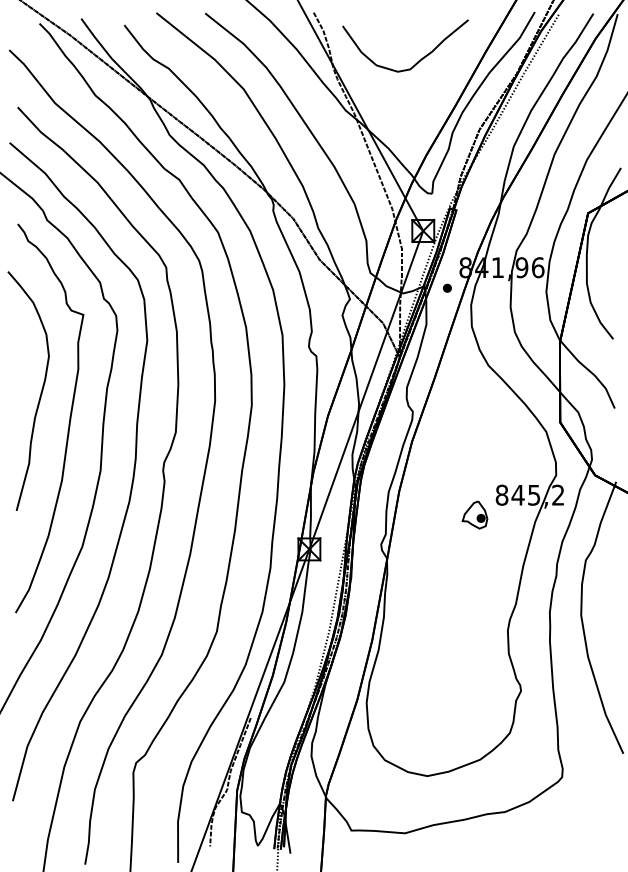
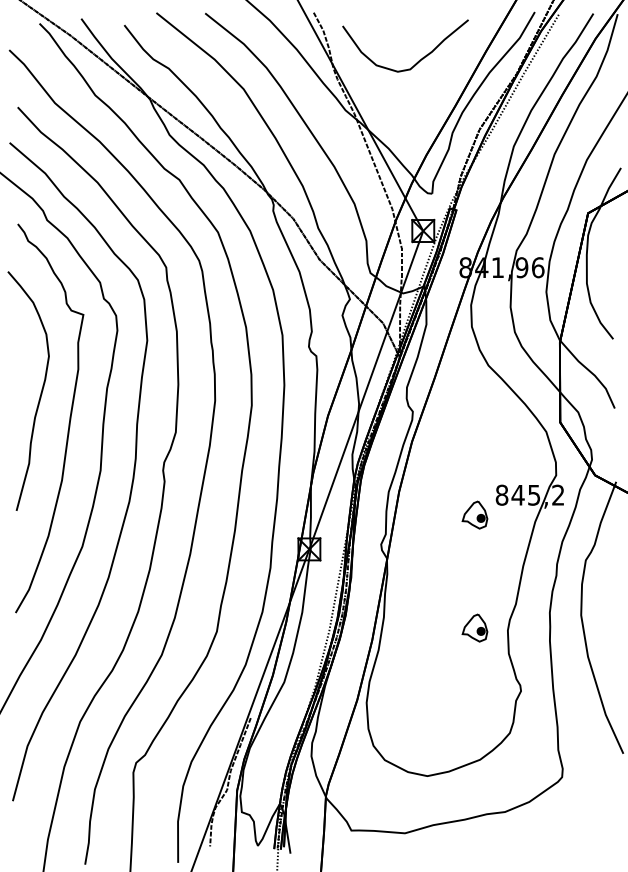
part at (447, 287): present -> none
part at (474, 627): none -> present
